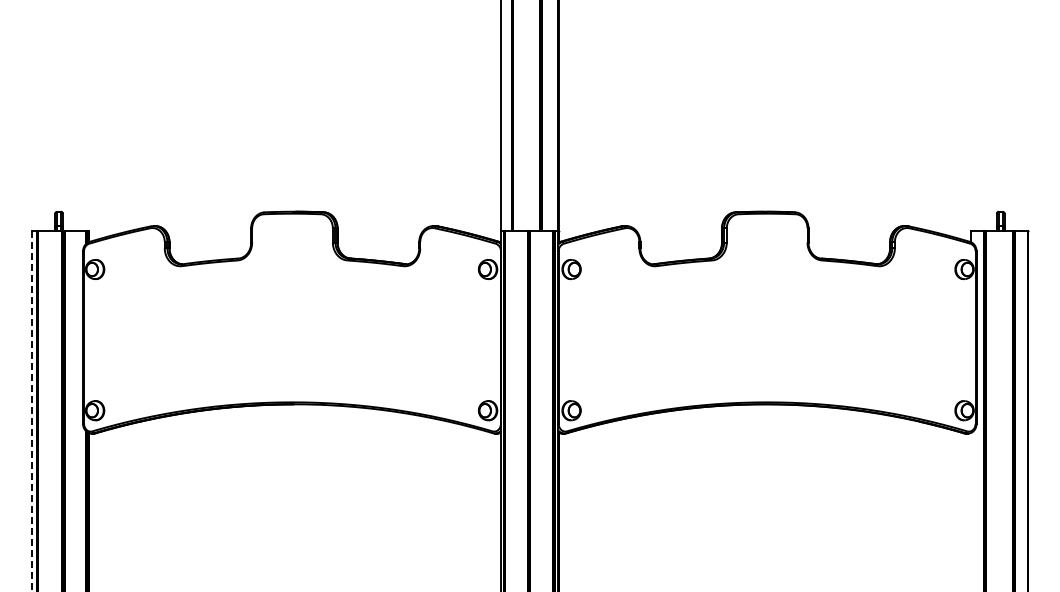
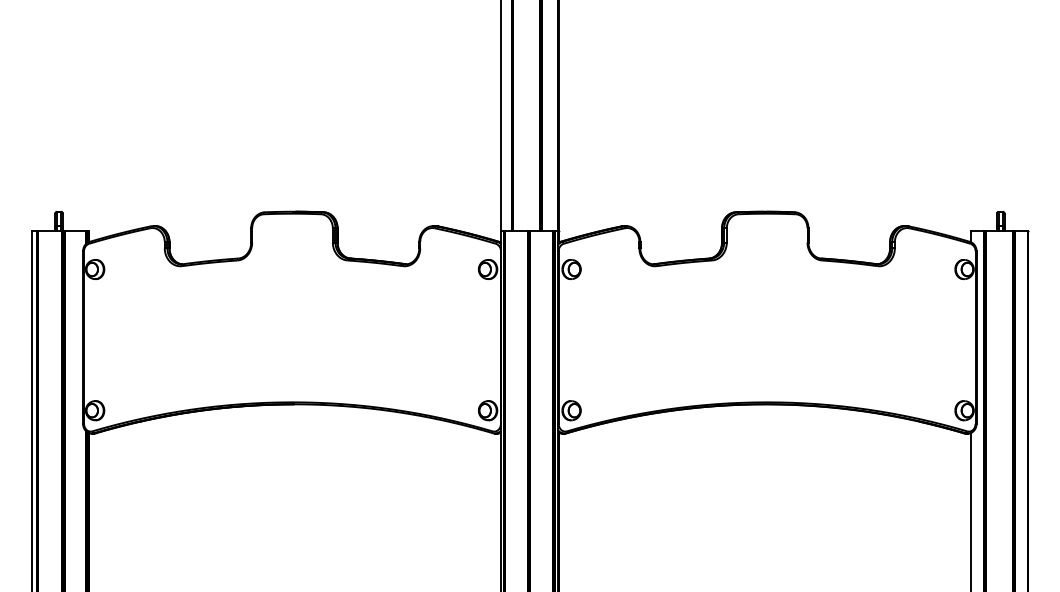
line at (31, 412): dashed -> solid
line at (971, 510): none -> present
